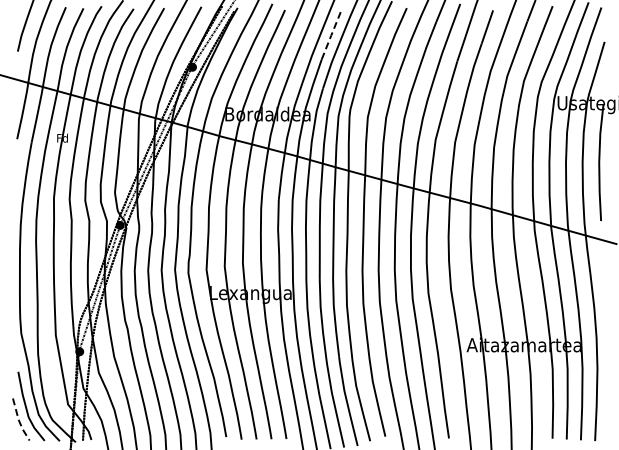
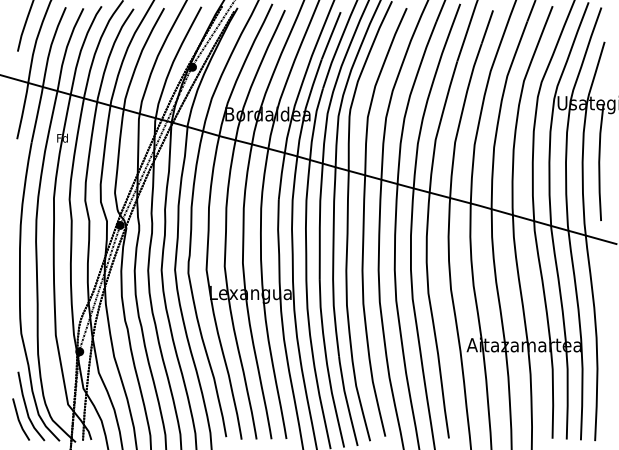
line at (331, 35): dashed -> solid
line at (19, 420): dashed -> solid
